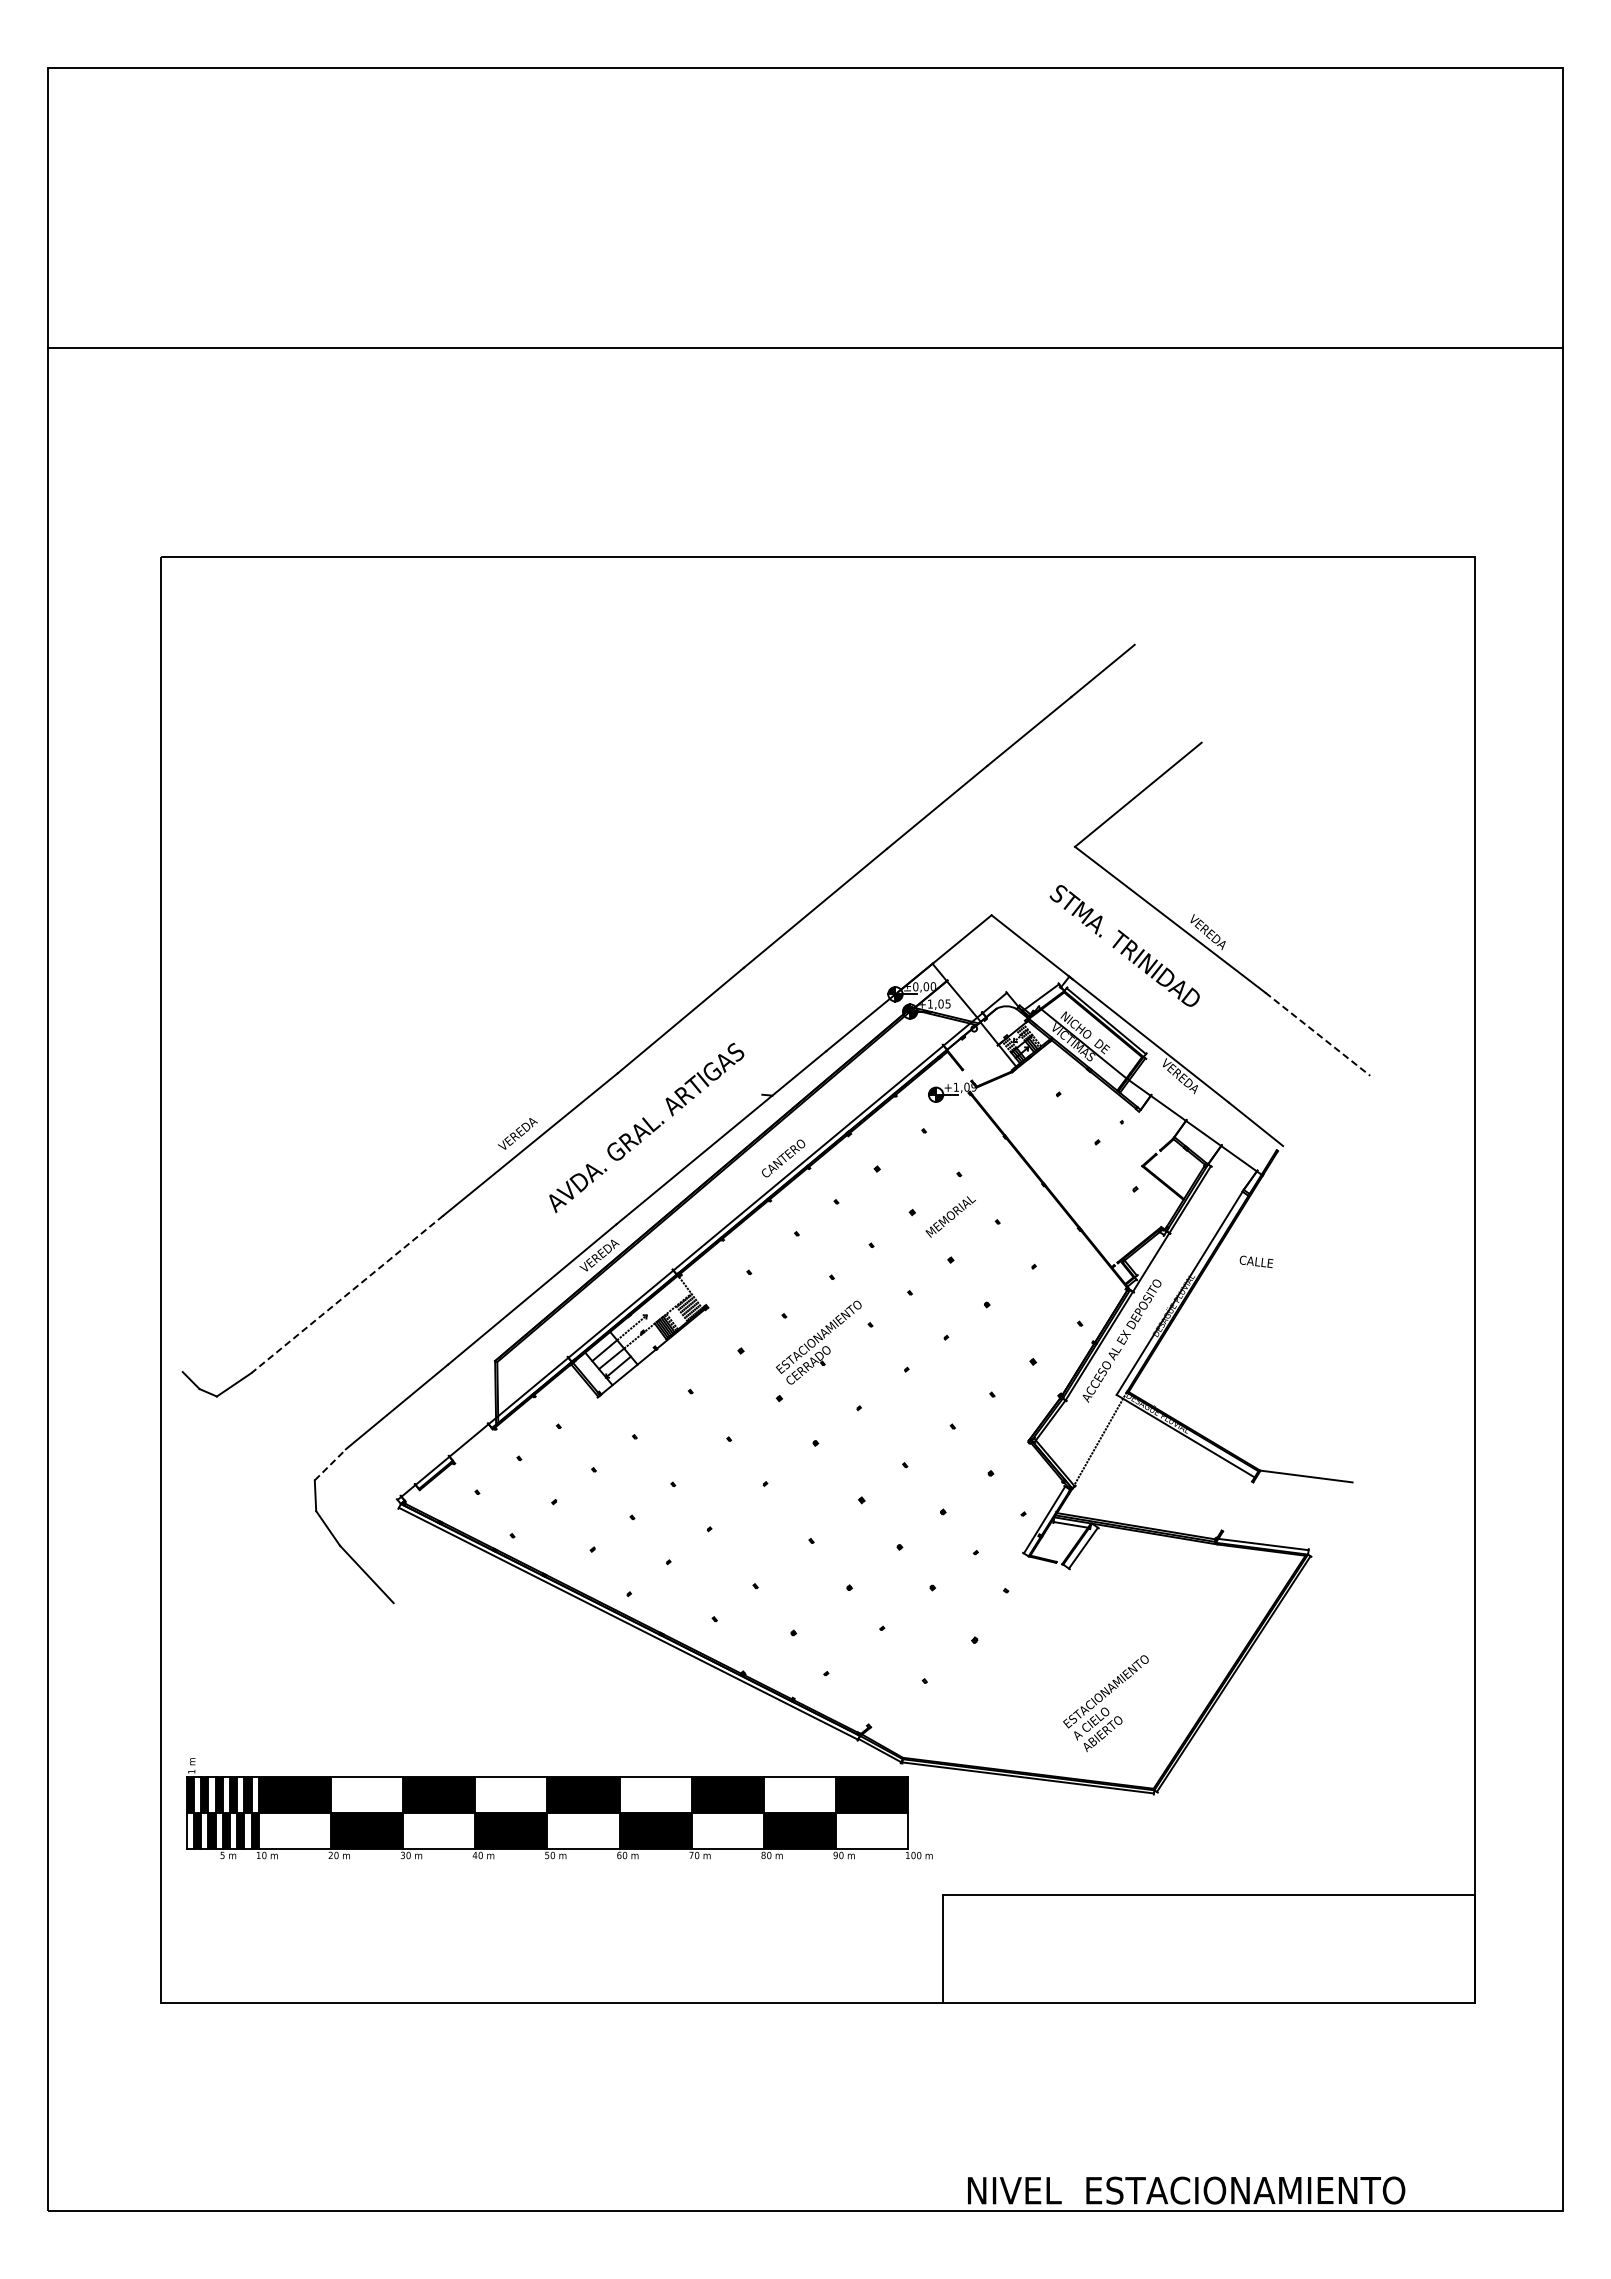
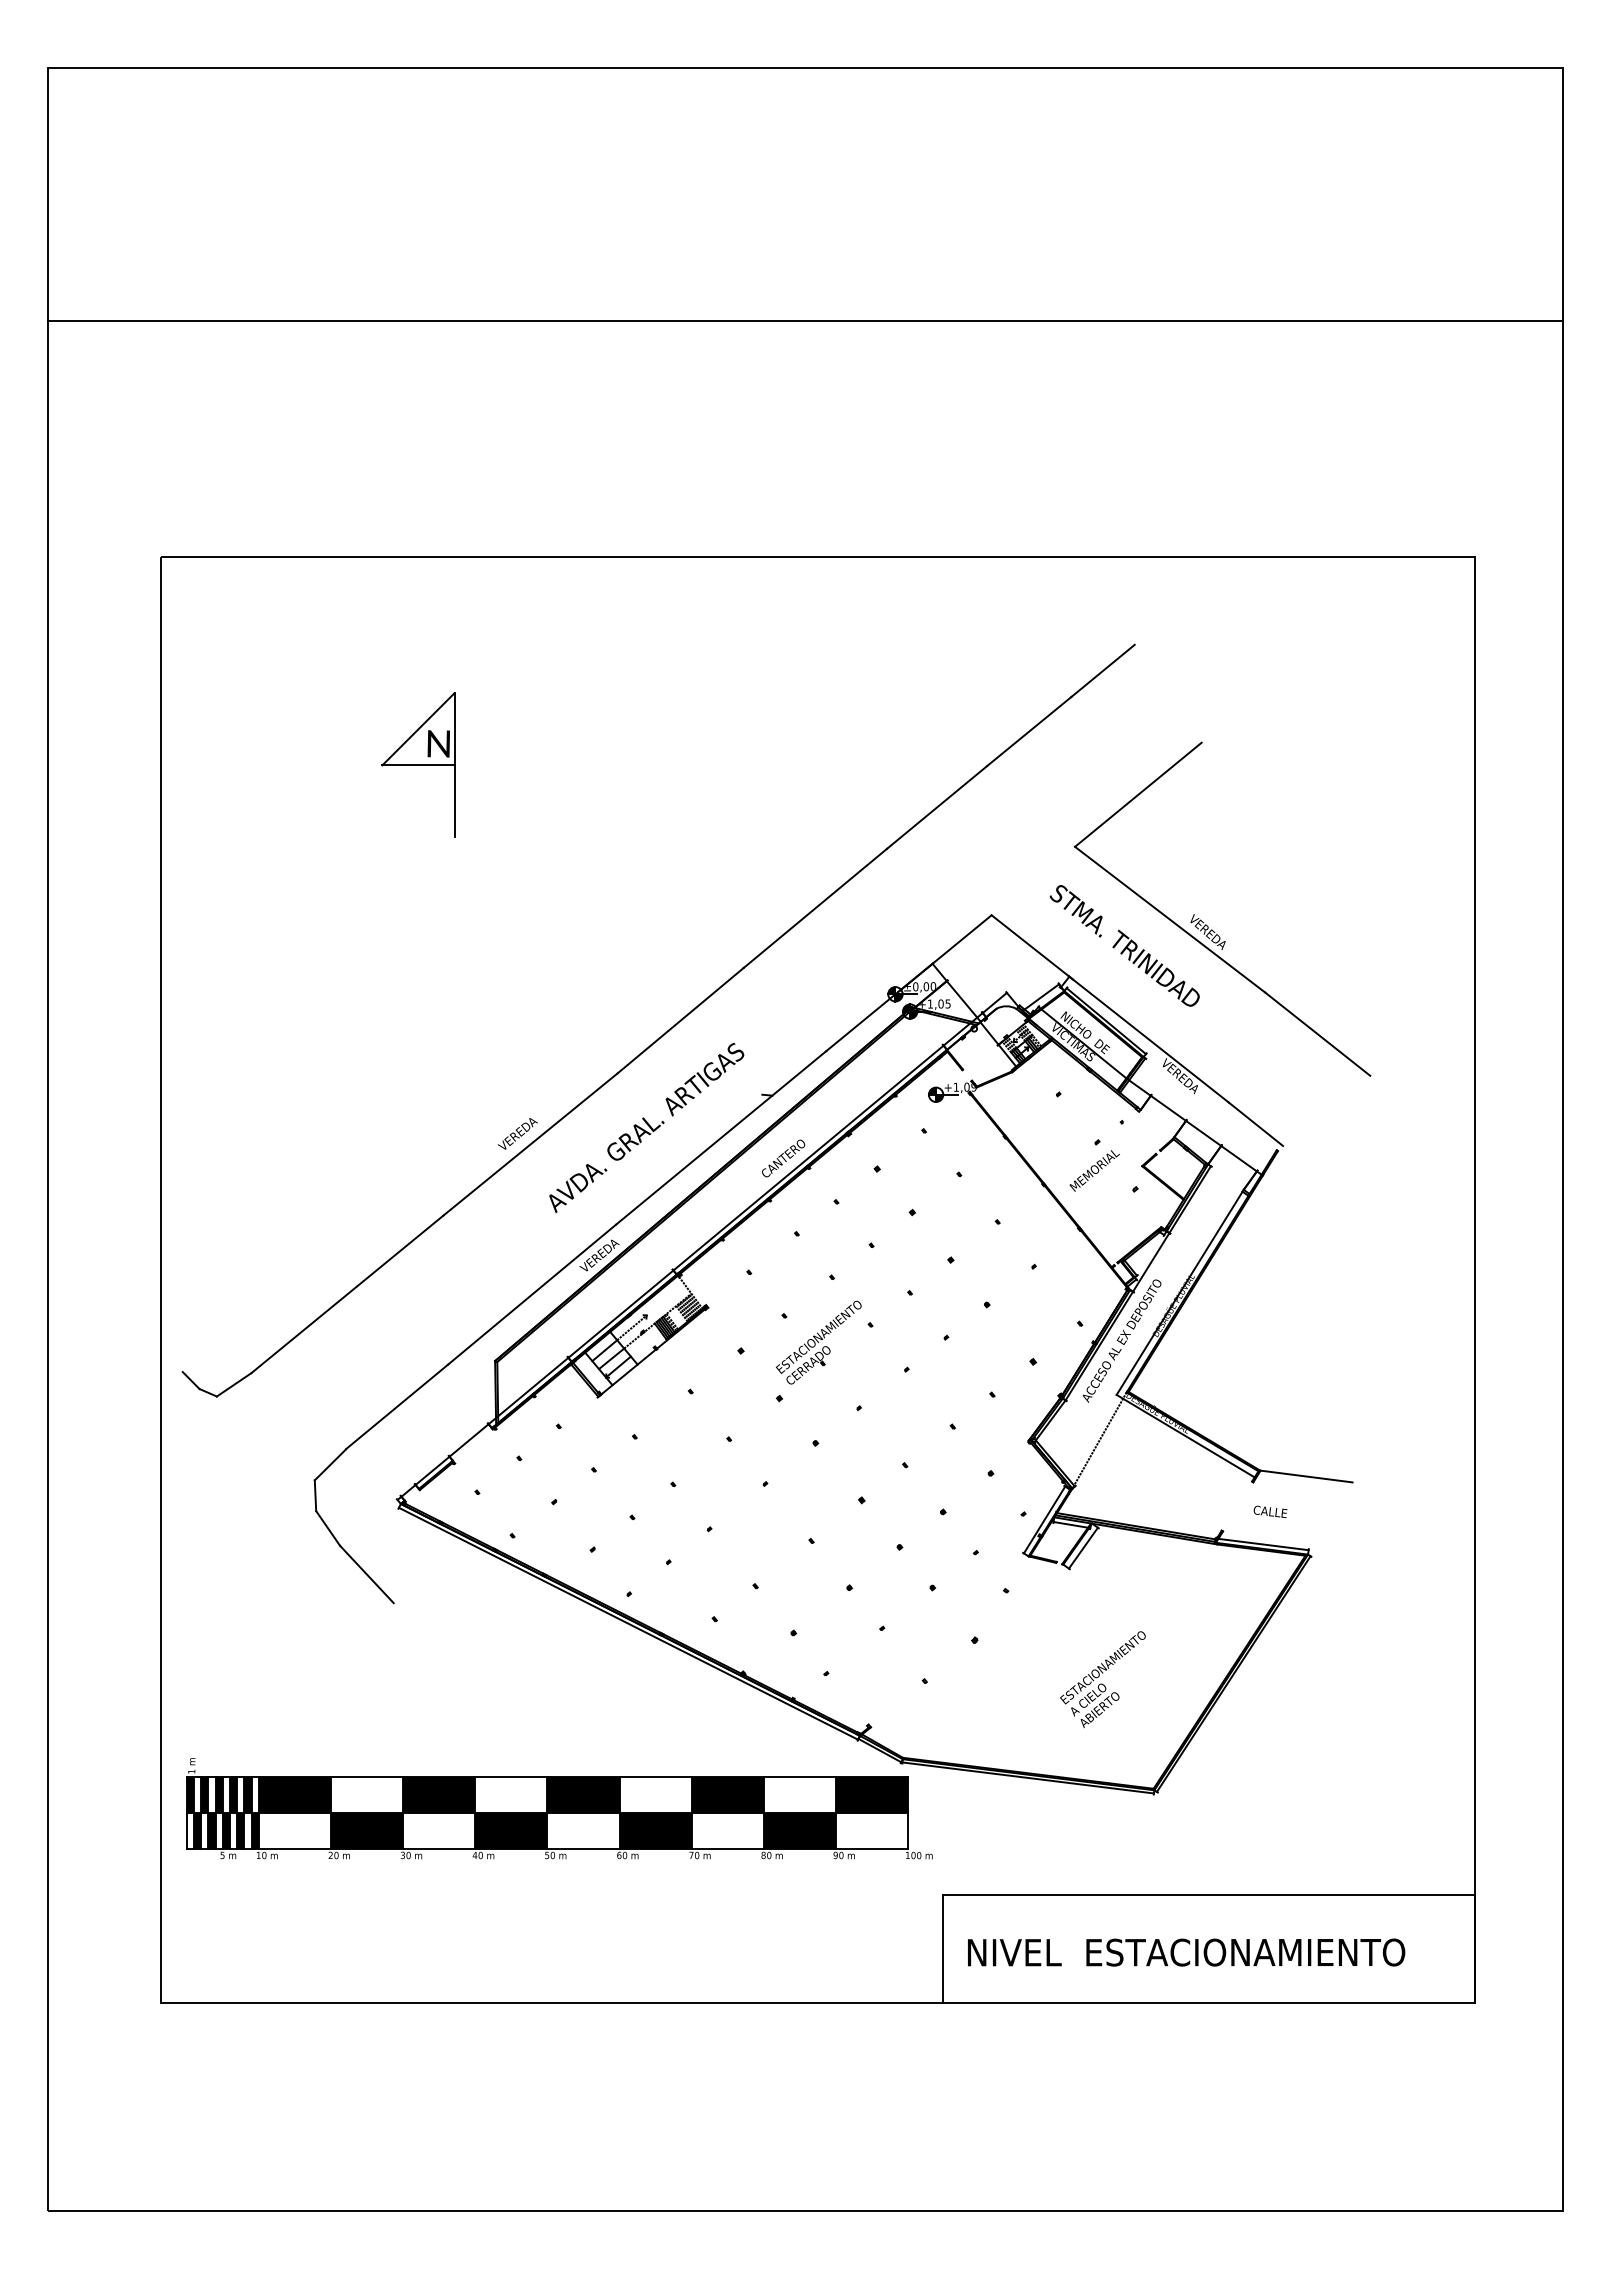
line at (805, 347) position: (805, 347) -> (805, 320)
part at (418, 764): none -> present
line at (1317, 1034): dashed -> solid
text at (950, 1216) position: (950, 1216) -> (1094, 1170)
text at (1256, 1261) position: (1256, 1261) -> (1270, 1511)
line at (346, 1294): dashed -> solid
line at (330, 1464): dashed -> solid
text at (1105, 1703) position: (1105, 1703) -> (1102, 1679)
text at (1186, 2190) position: (1186, 2190) -> (1186, 1952)
